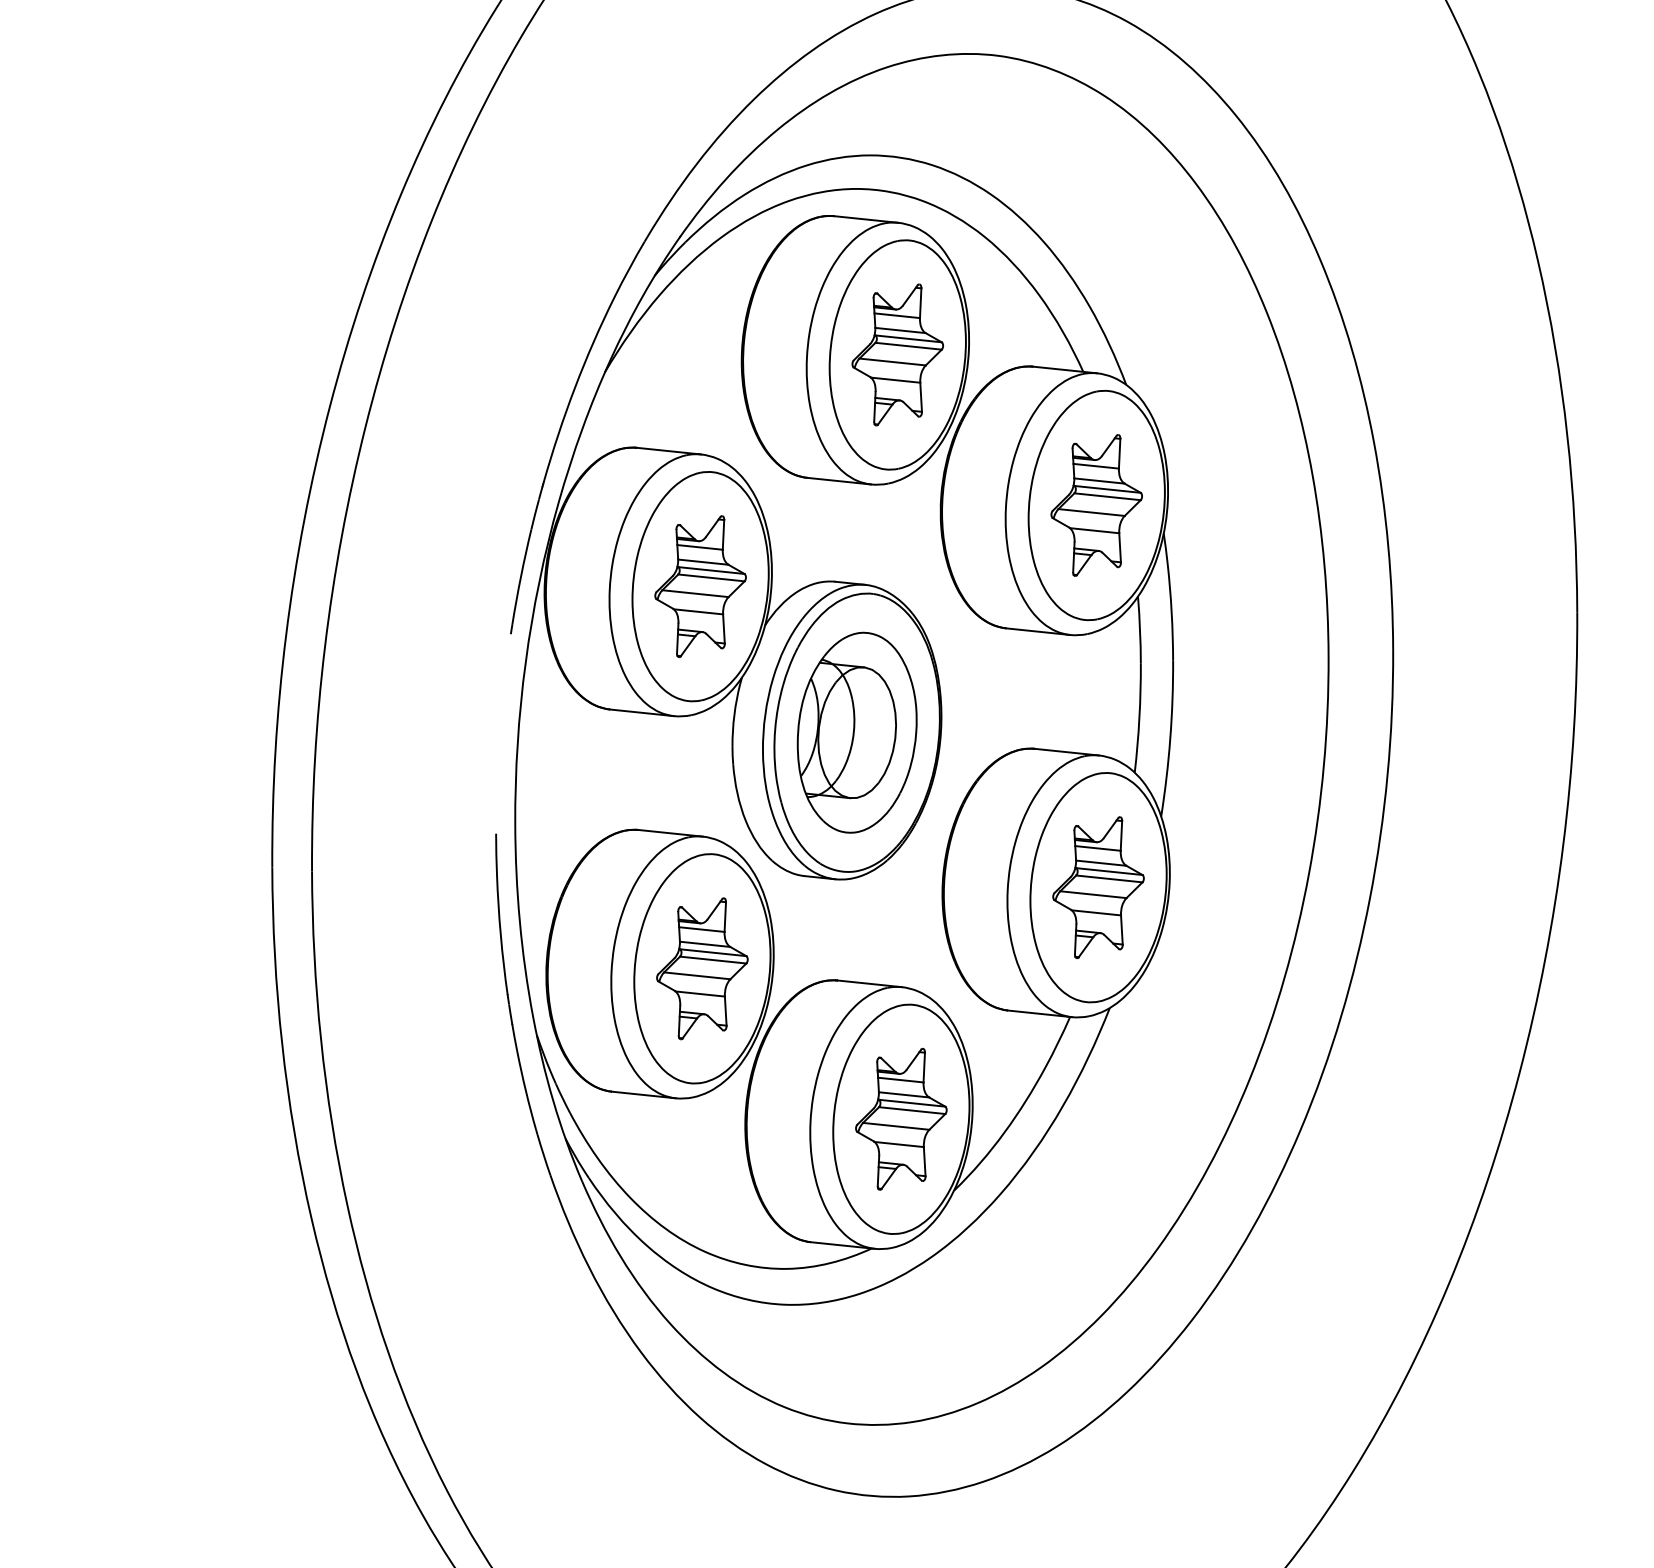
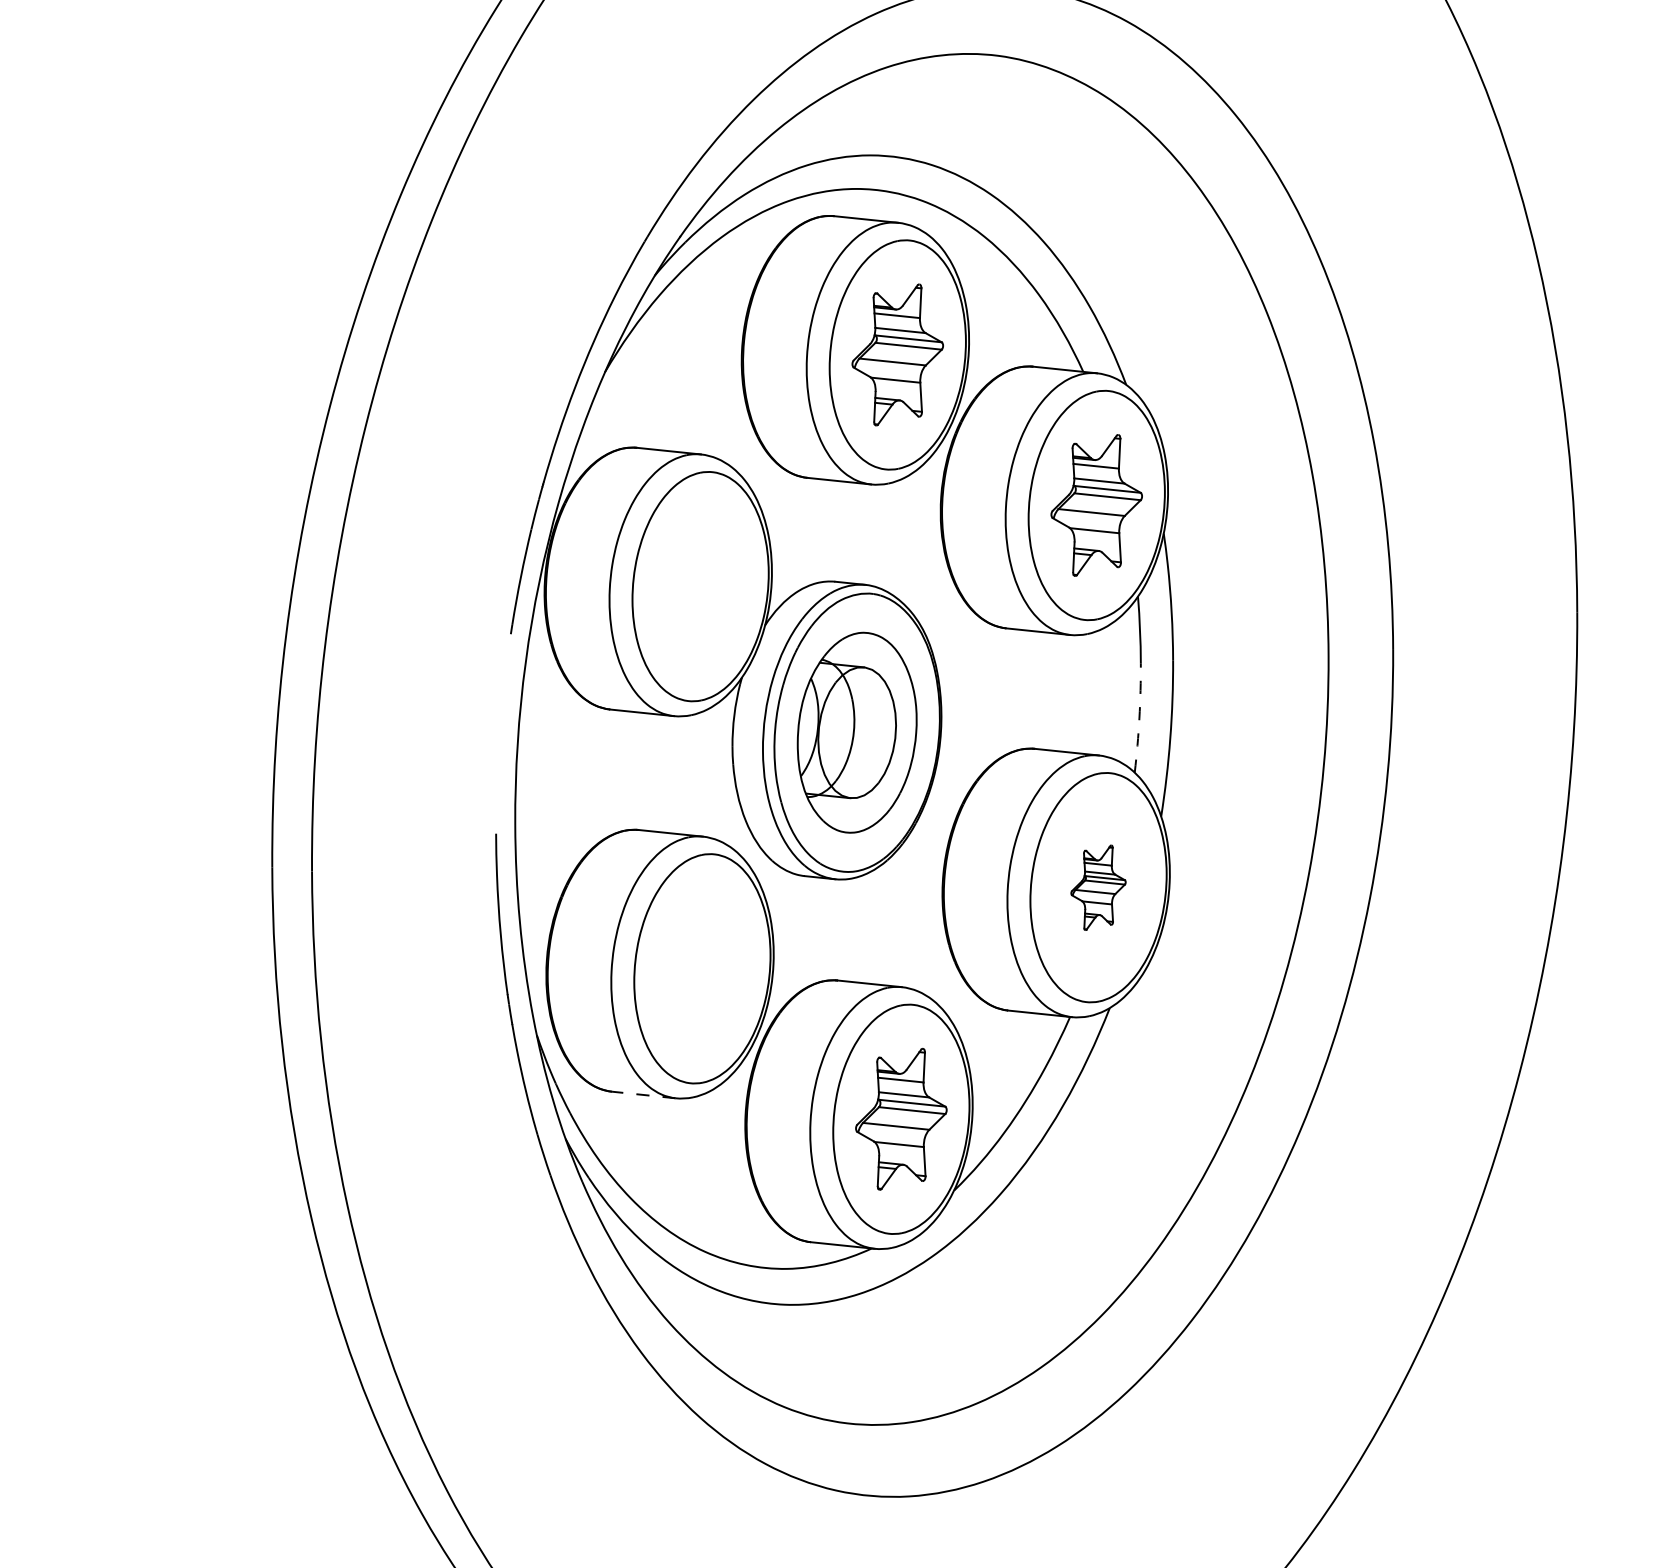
part at (700, 586): present -> none
arc at (1139, 718): solid -> dashed
part at (1098, 887) size: 93x144 px -> 57x87 px
part at (702, 968): present -> none
line at (643, 1095): solid -> dashed
